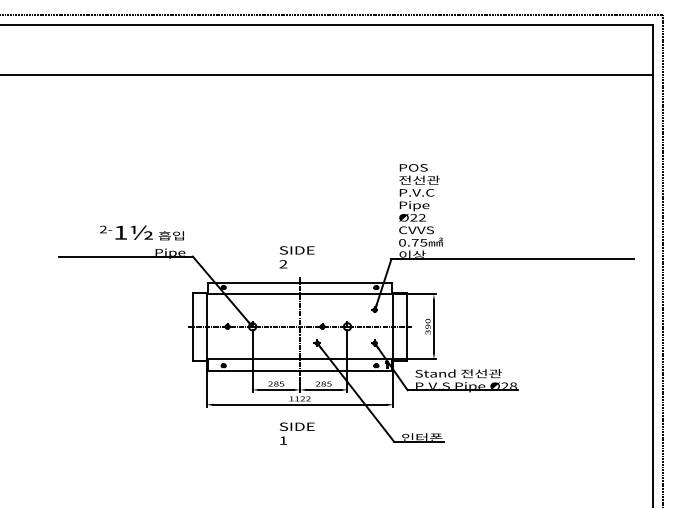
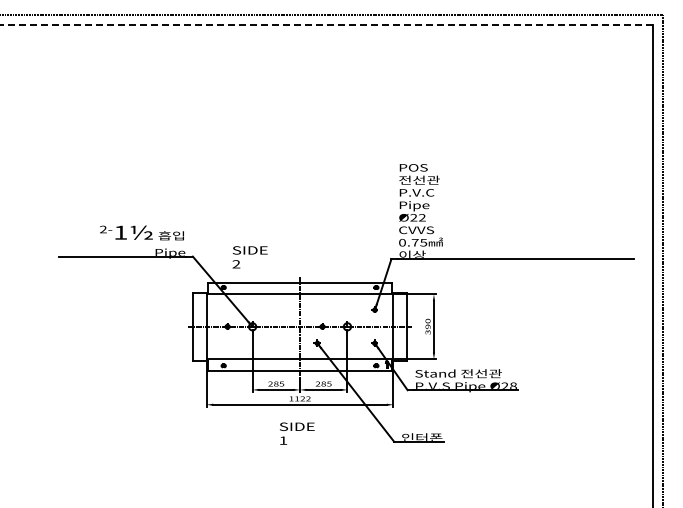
line at (326, 24): solid -> dashed
line at (327, 74): present -> none
text at (296, 257) position: (296, 257) -> (249, 257)
